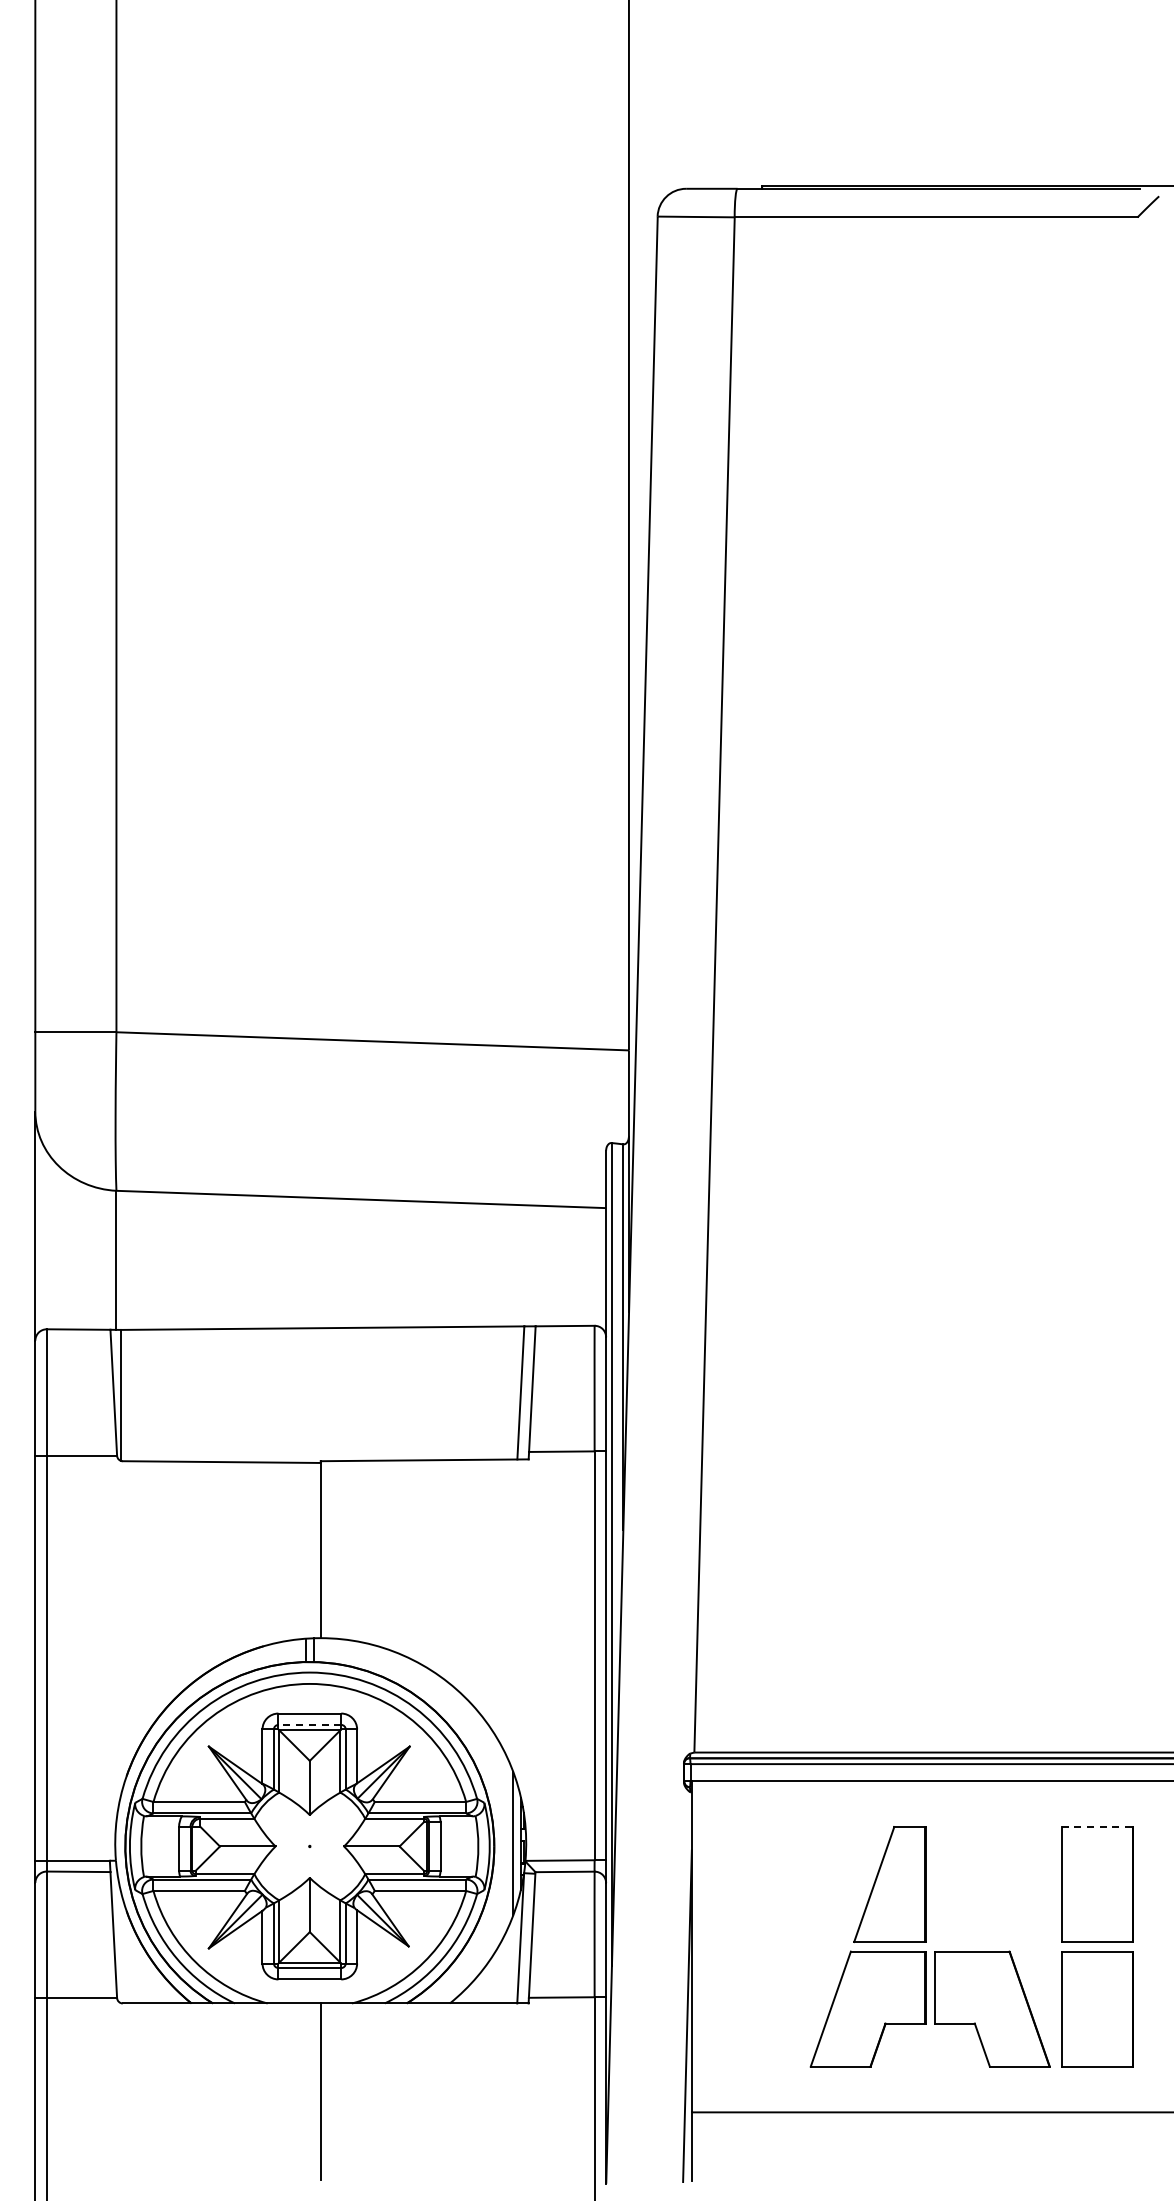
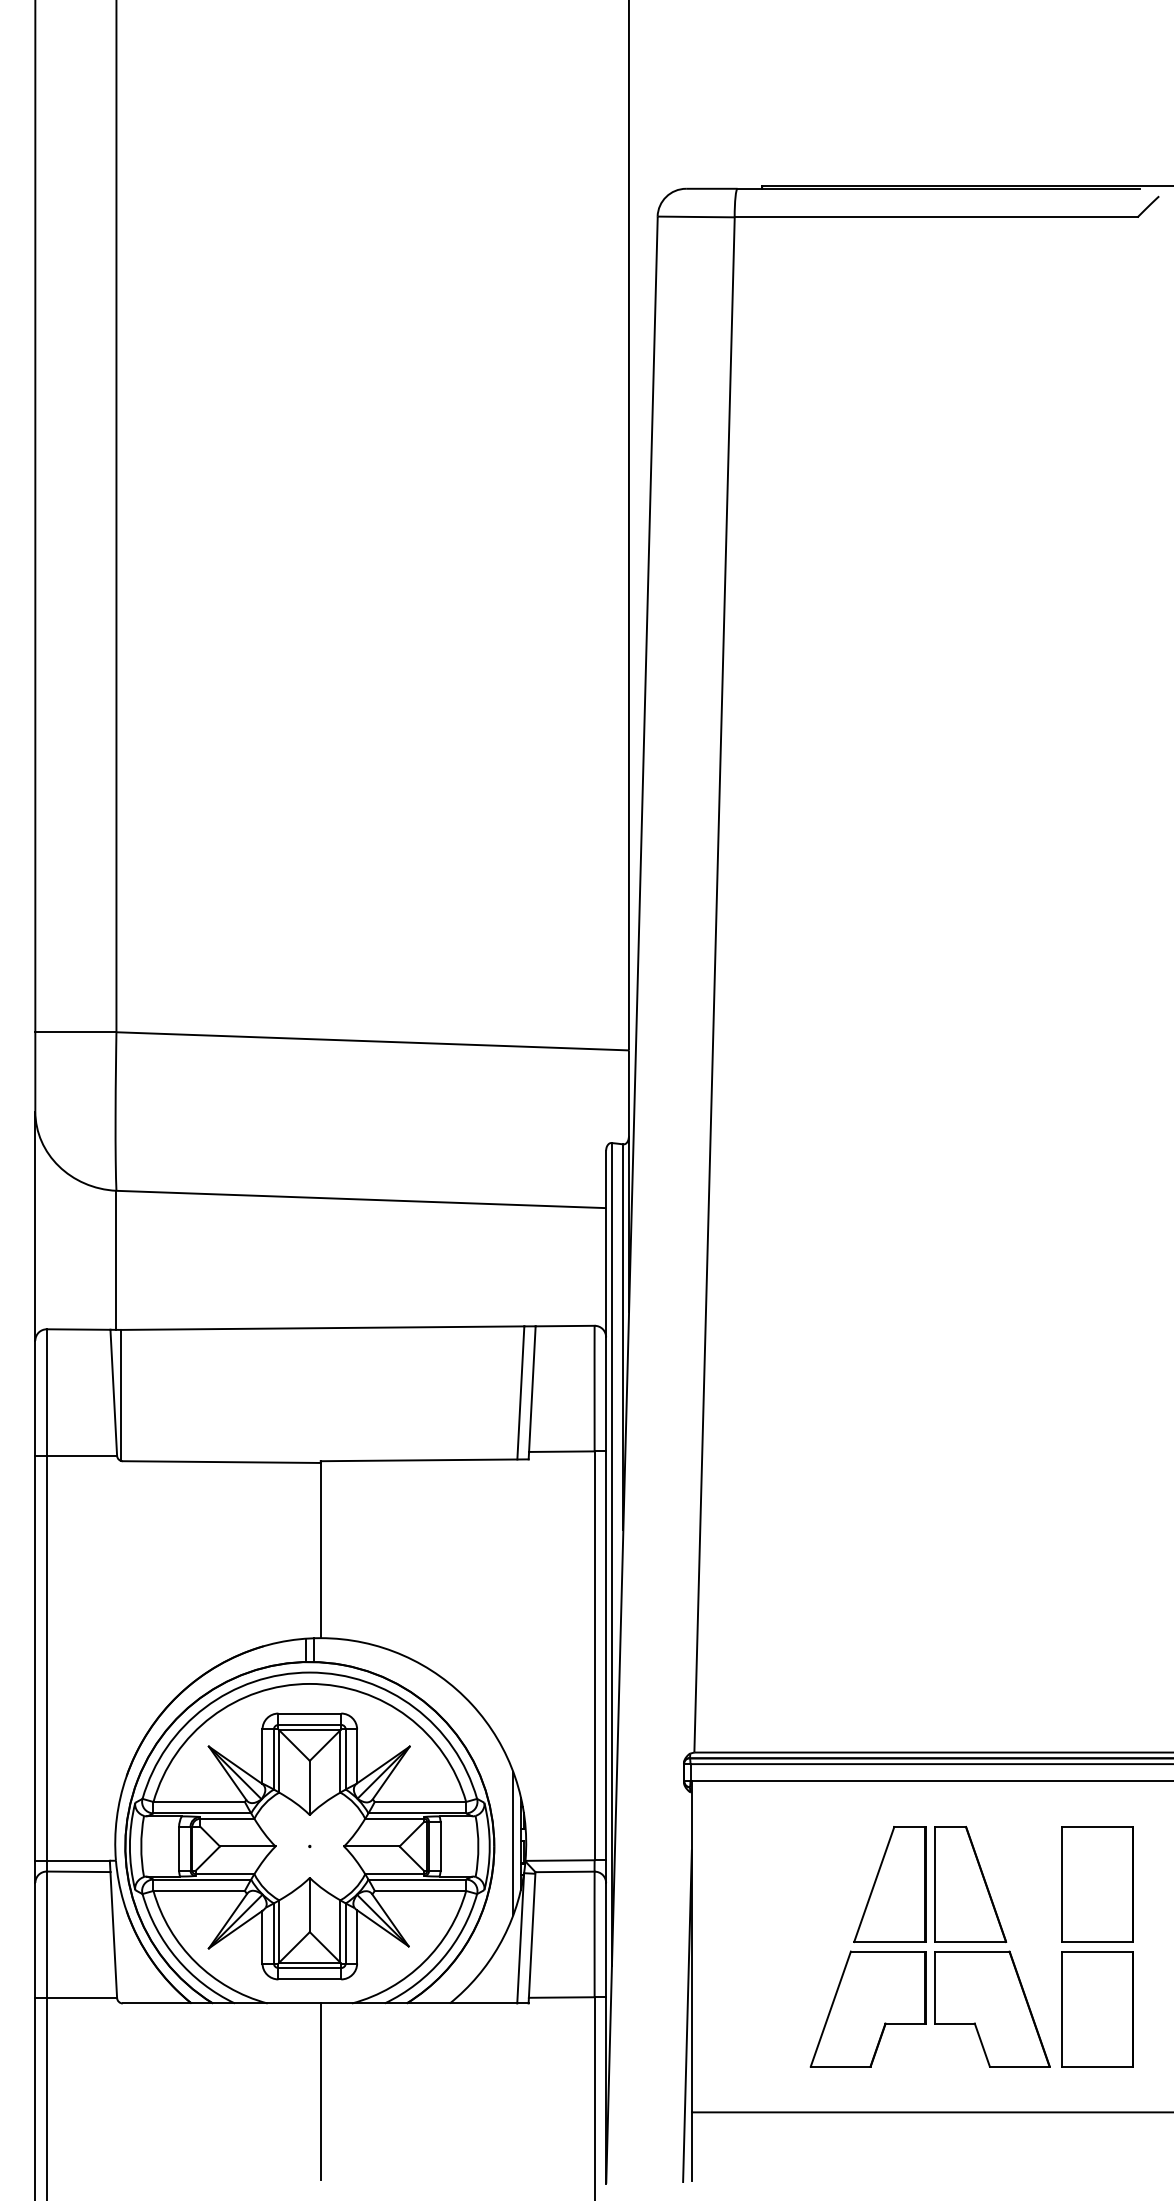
line at (309, 1724): dashed -> solid
line at (1097, 1826): dashed -> solid
part at (970, 1884): none -> present
